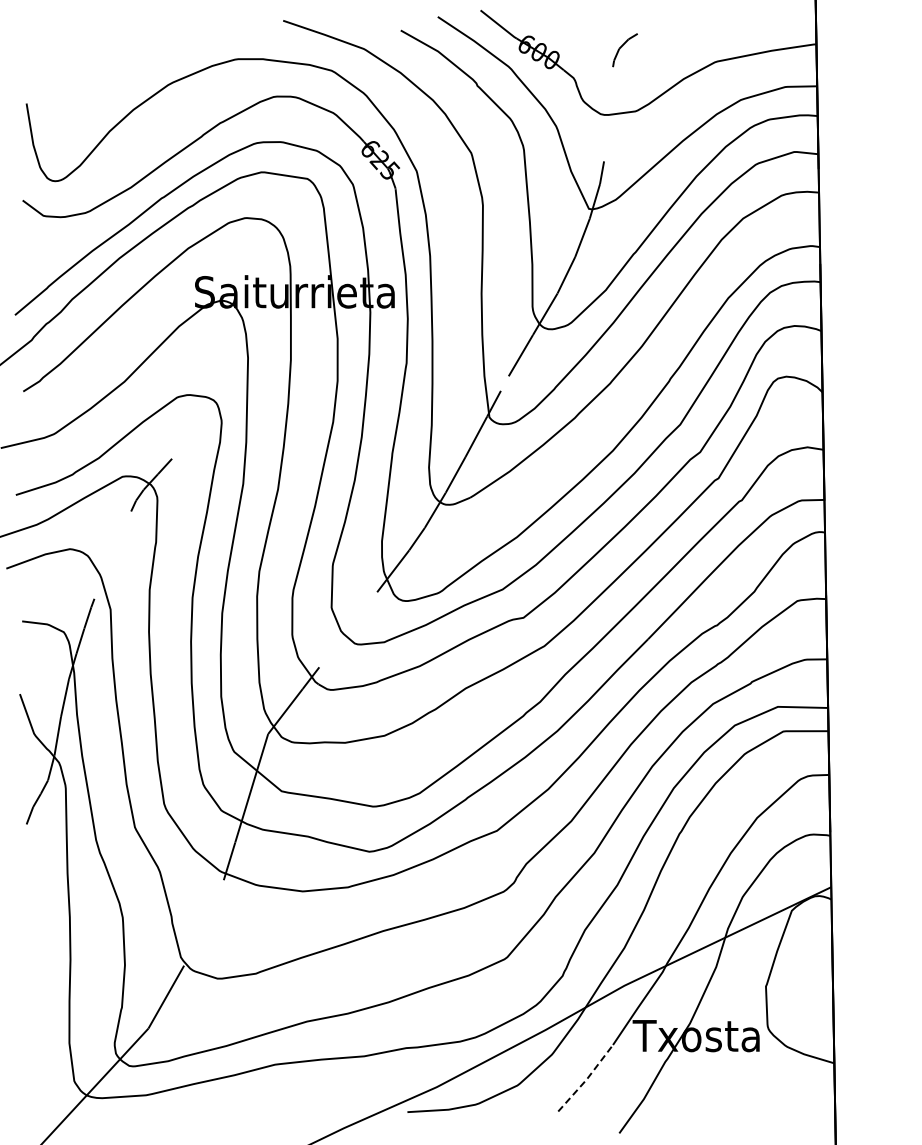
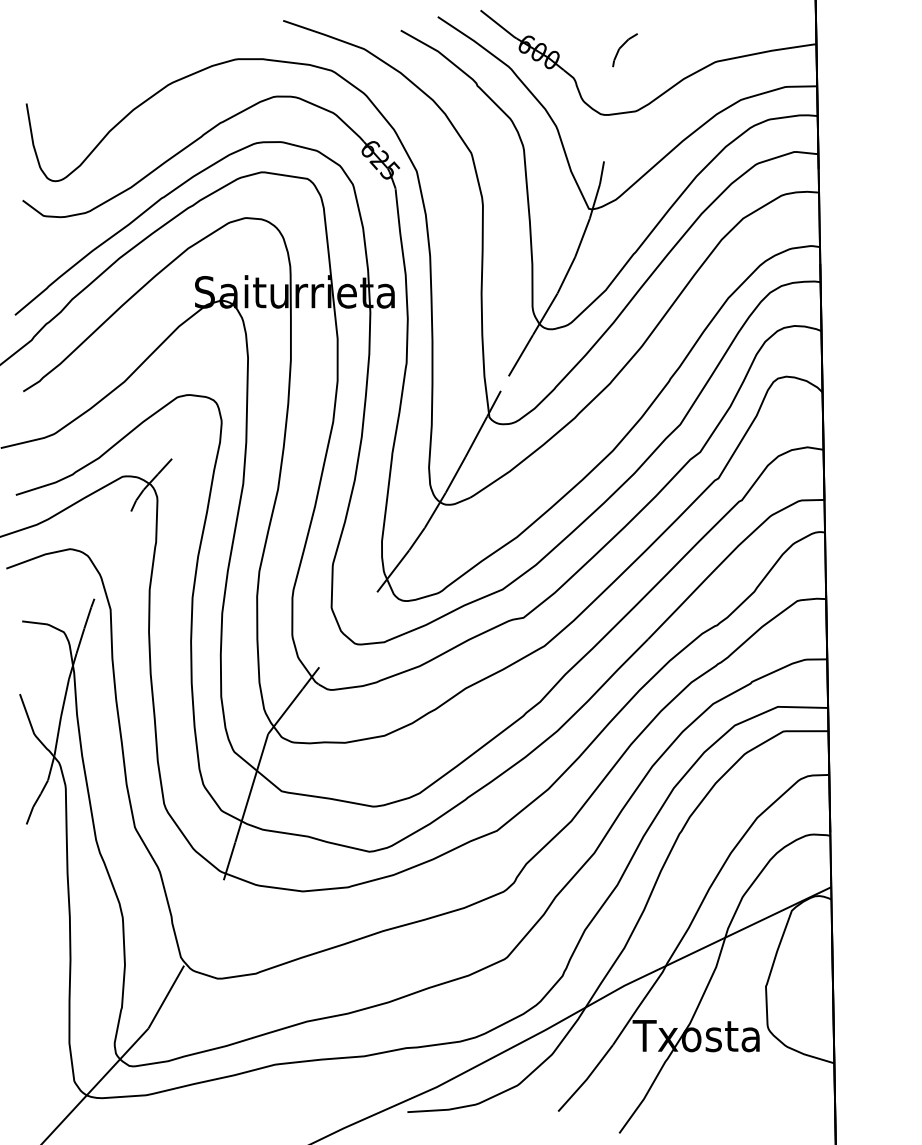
line at (586, 1079): dashed -> solid
